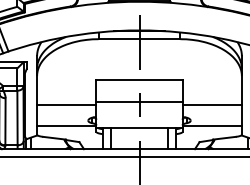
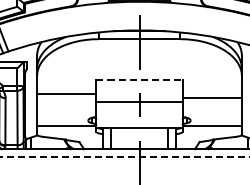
line at (139, 80): solid -> dashed
line at (66, 104) position: (66, 104) -> (66, 93)
line at (211, 104) position: (211, 104) -> (211, 97)
line at (125, 157): solid -> dashed
